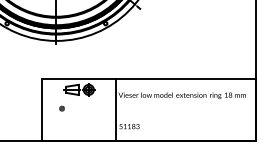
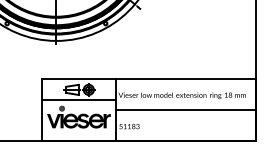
line at (79, 99): none -> present
line at (185, 109): none -> present
fill at (78, 120): none -> present
